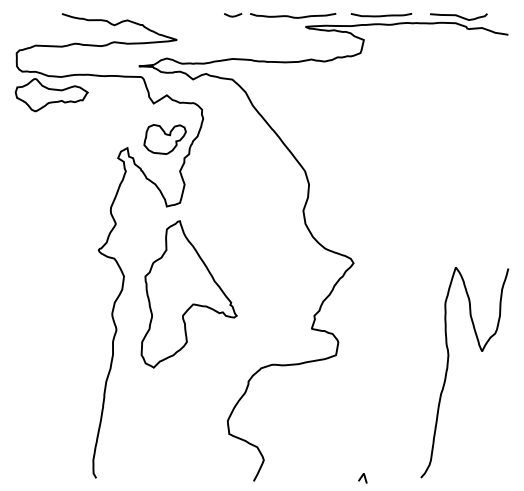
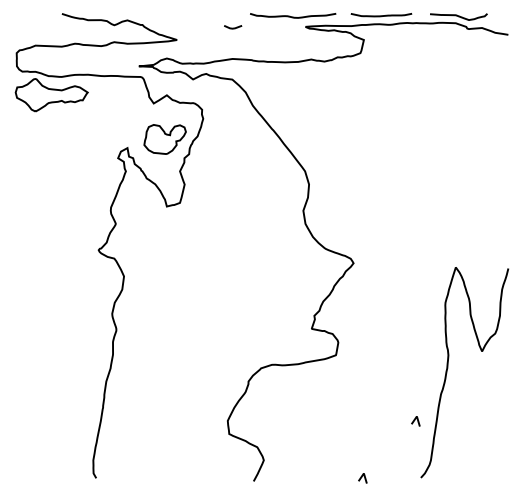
line at (233, 15) position: (233, 15) -> (233, 27)
part at (188, 294): present -> none
line at (415, 420): none -> present
